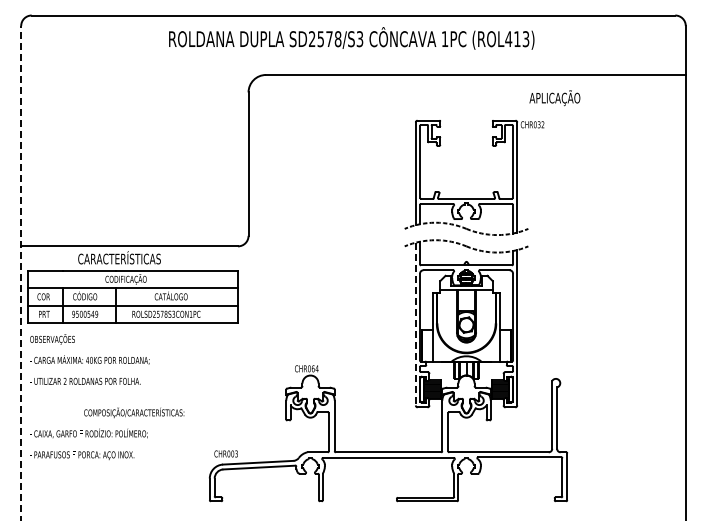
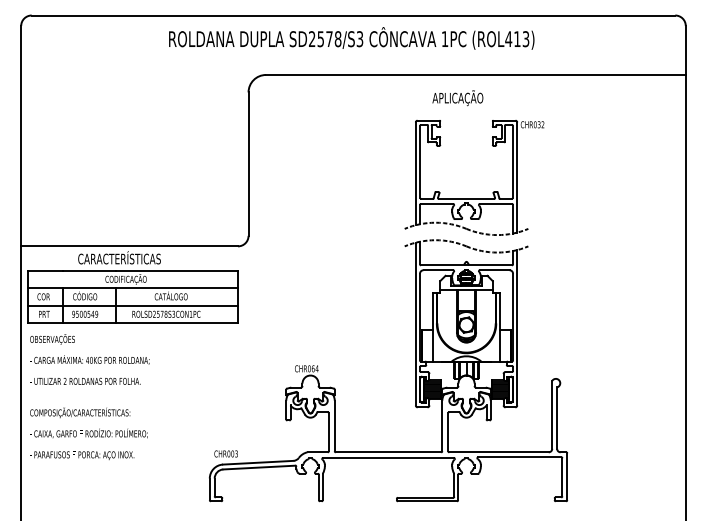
text at (554, 98) position: (554, 98) -> (457, 98)
line at (21, 272): dashed -> solid
line at (415, 324): dashed -> solid
text at (134, 412) position: (134, 412) -> (80, 412)
